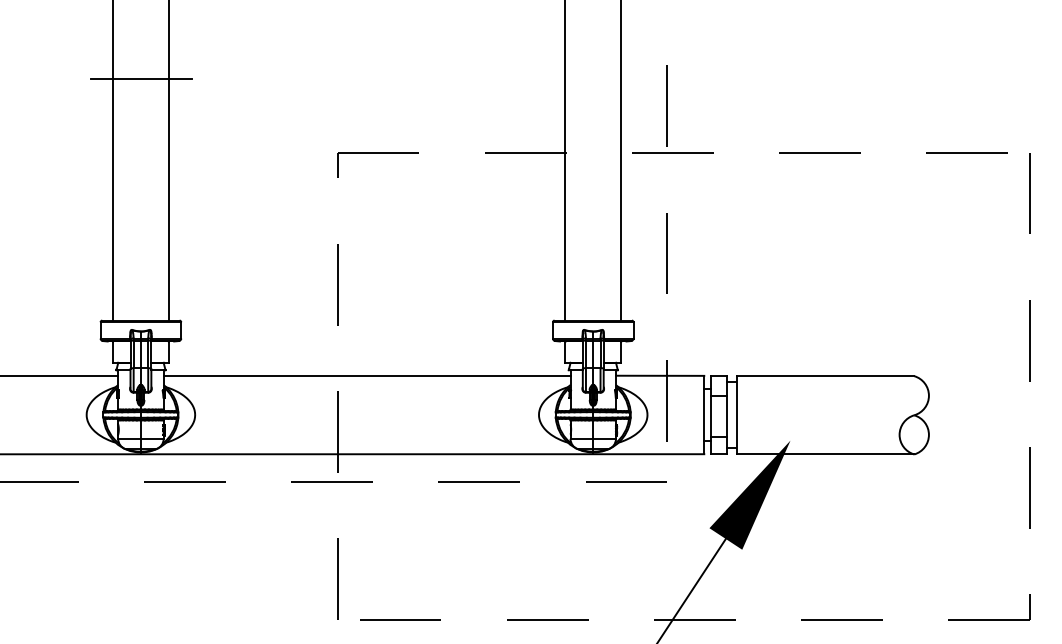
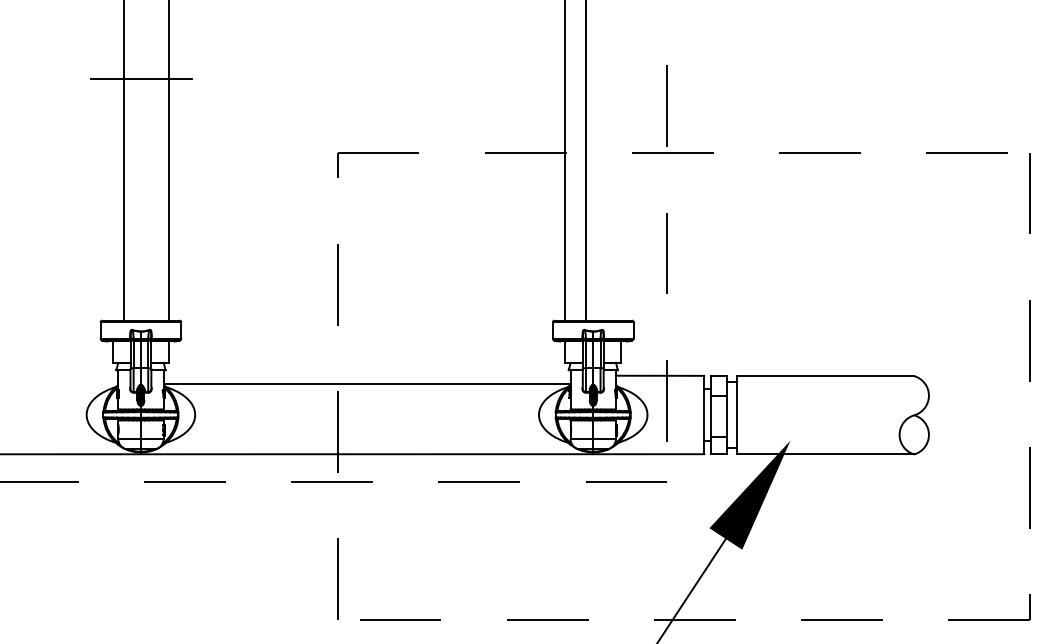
line at (113, 161) position: (113, 161) -> (124, 161)
line at (620, 161) position: (620, 161) -> (585, 161)
line at (60, 375): present -> none
line at (366, 375) position: (366, 375) -> (366, 383)
